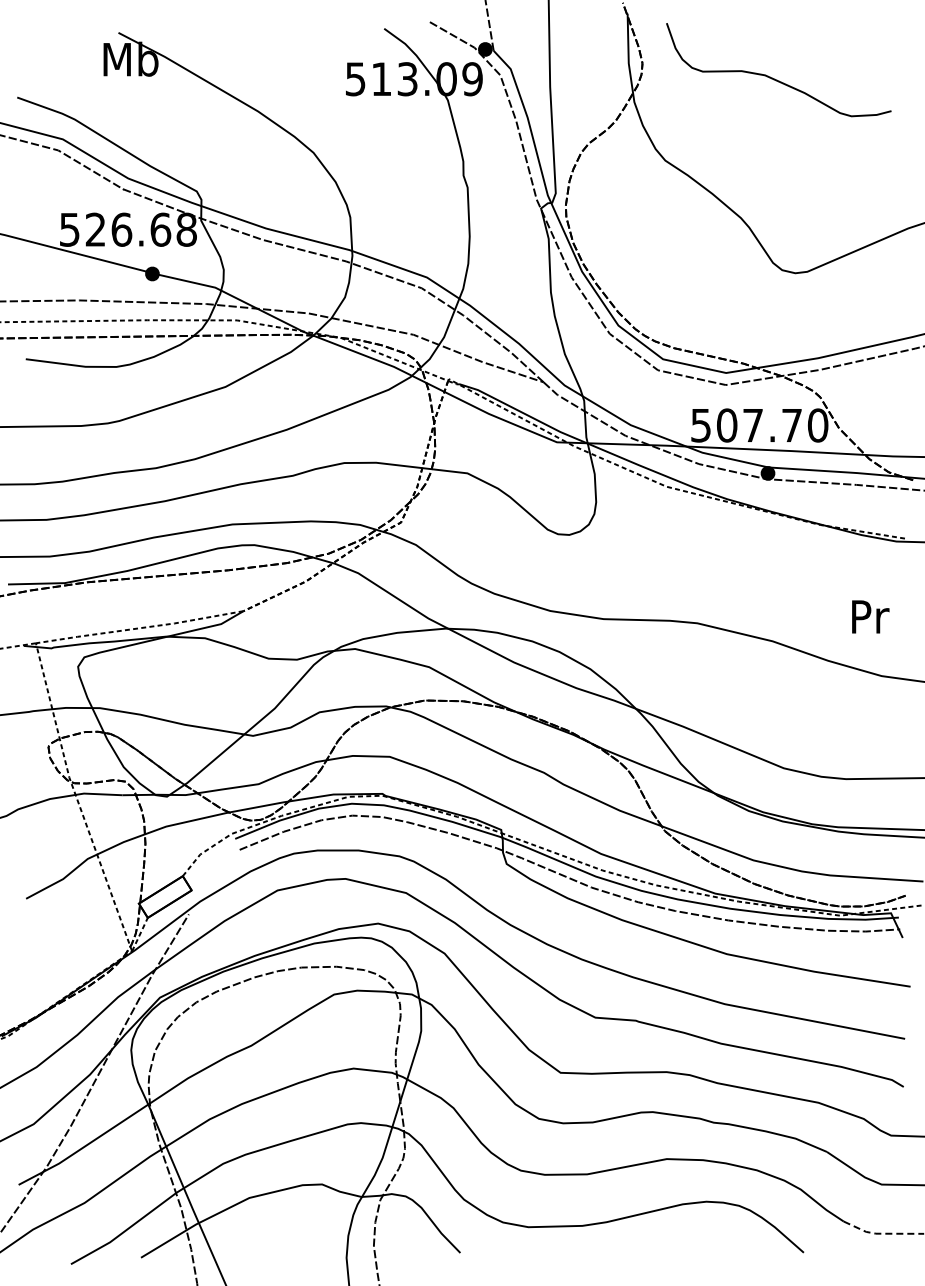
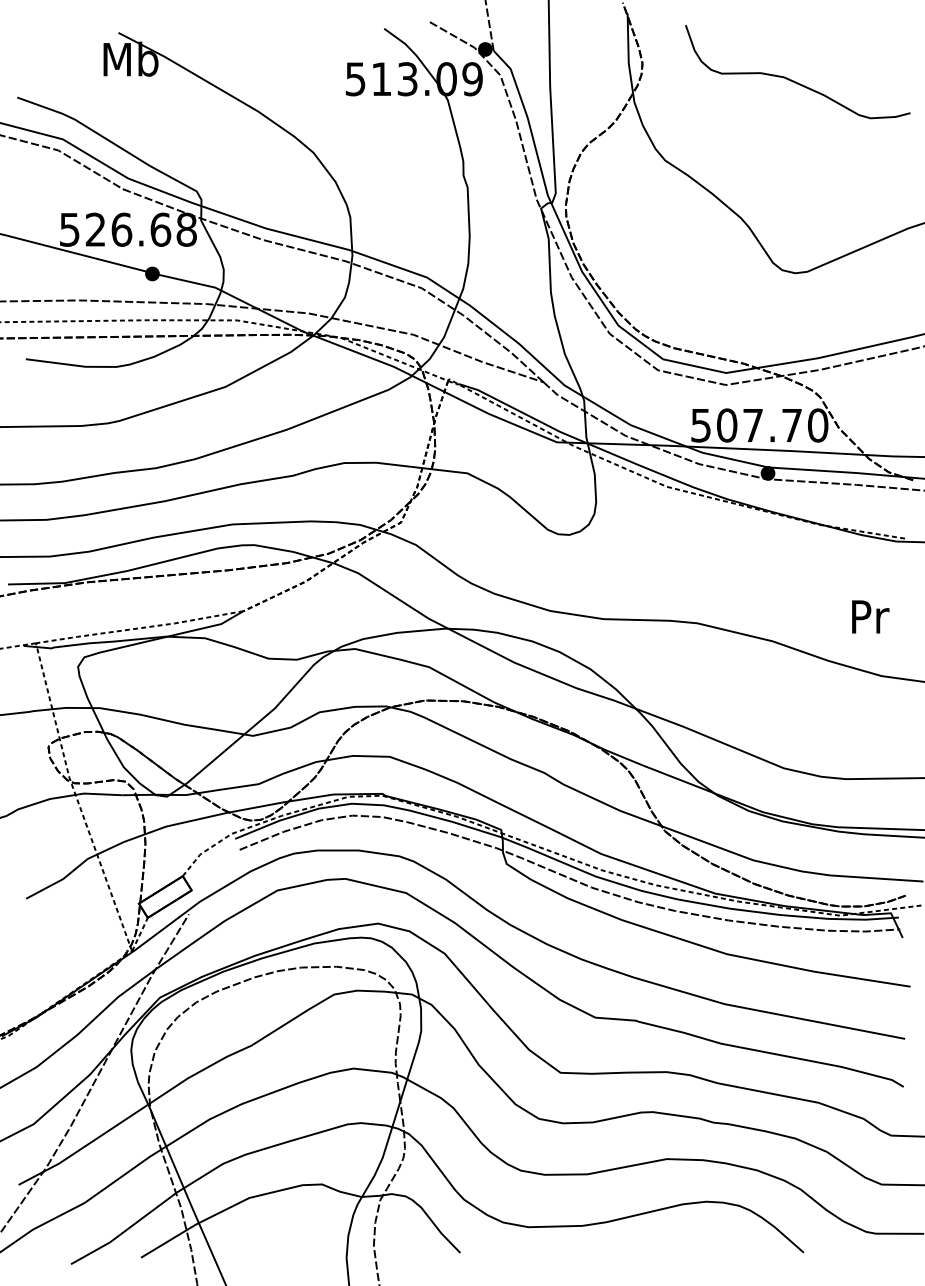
curve at (774, 78) position: (774, 78) -> (793, 80)
line at (881, 1233): dashed -> solid
